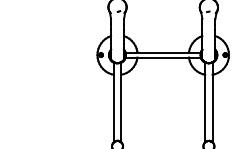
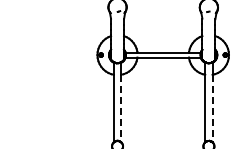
line at (121, 108): solid -> dashed
line at (212, 108): solid -> dashed
